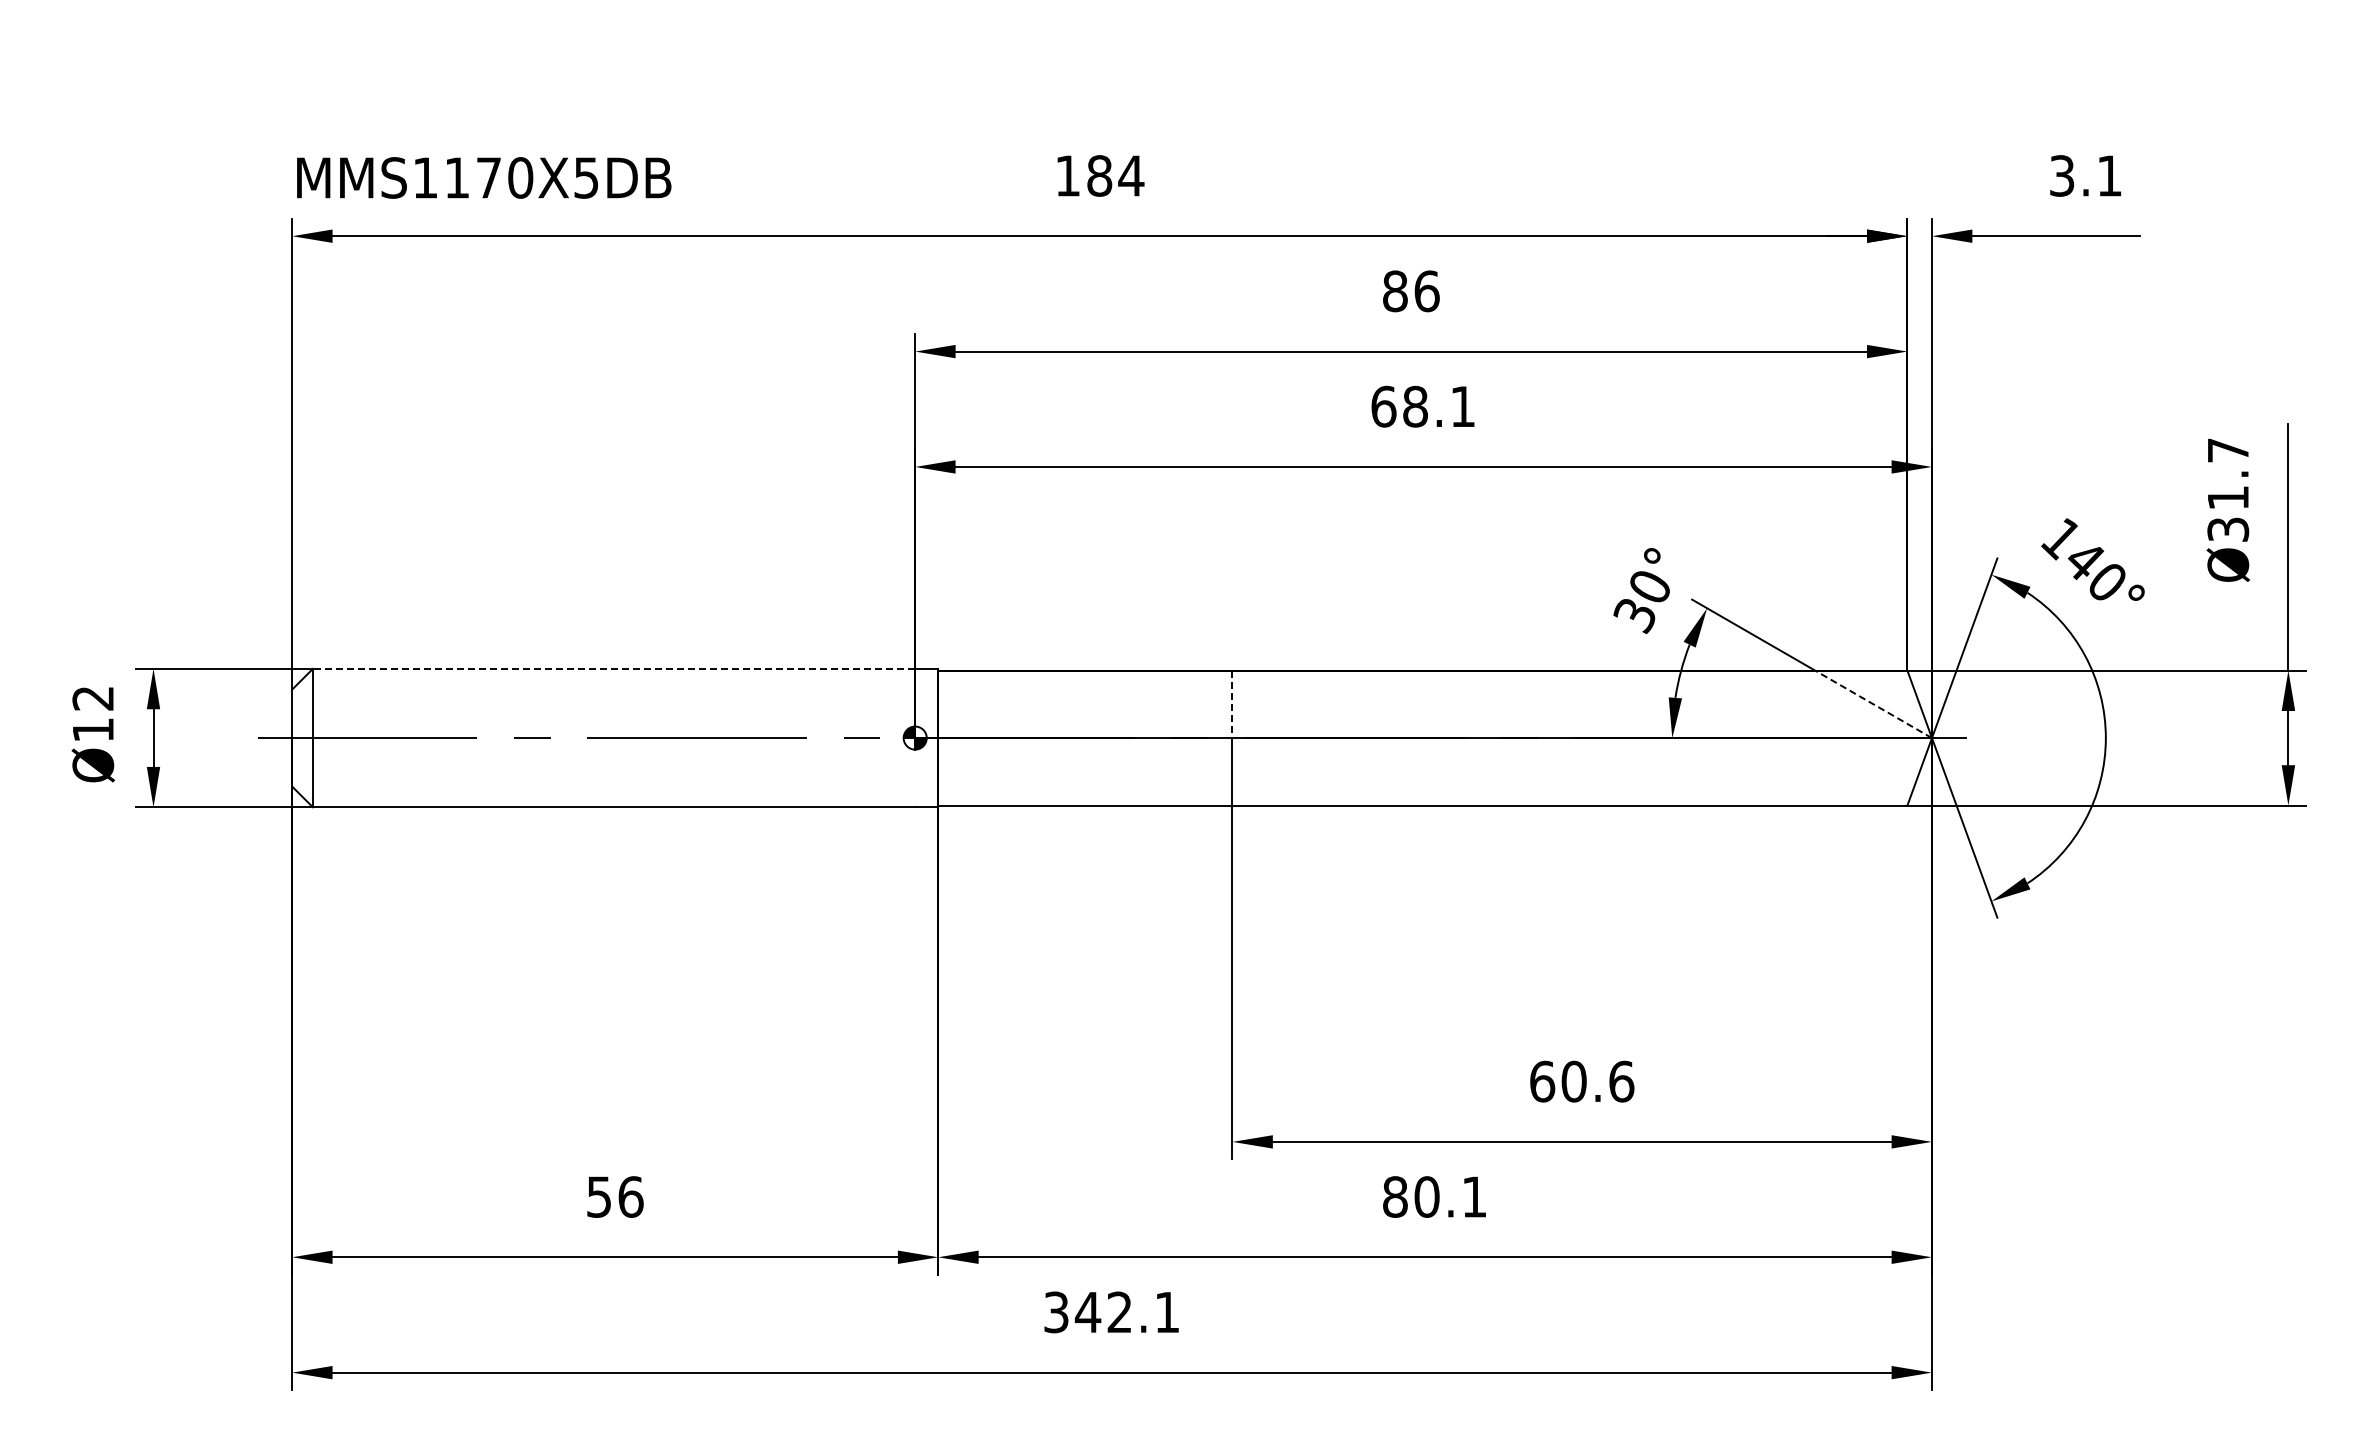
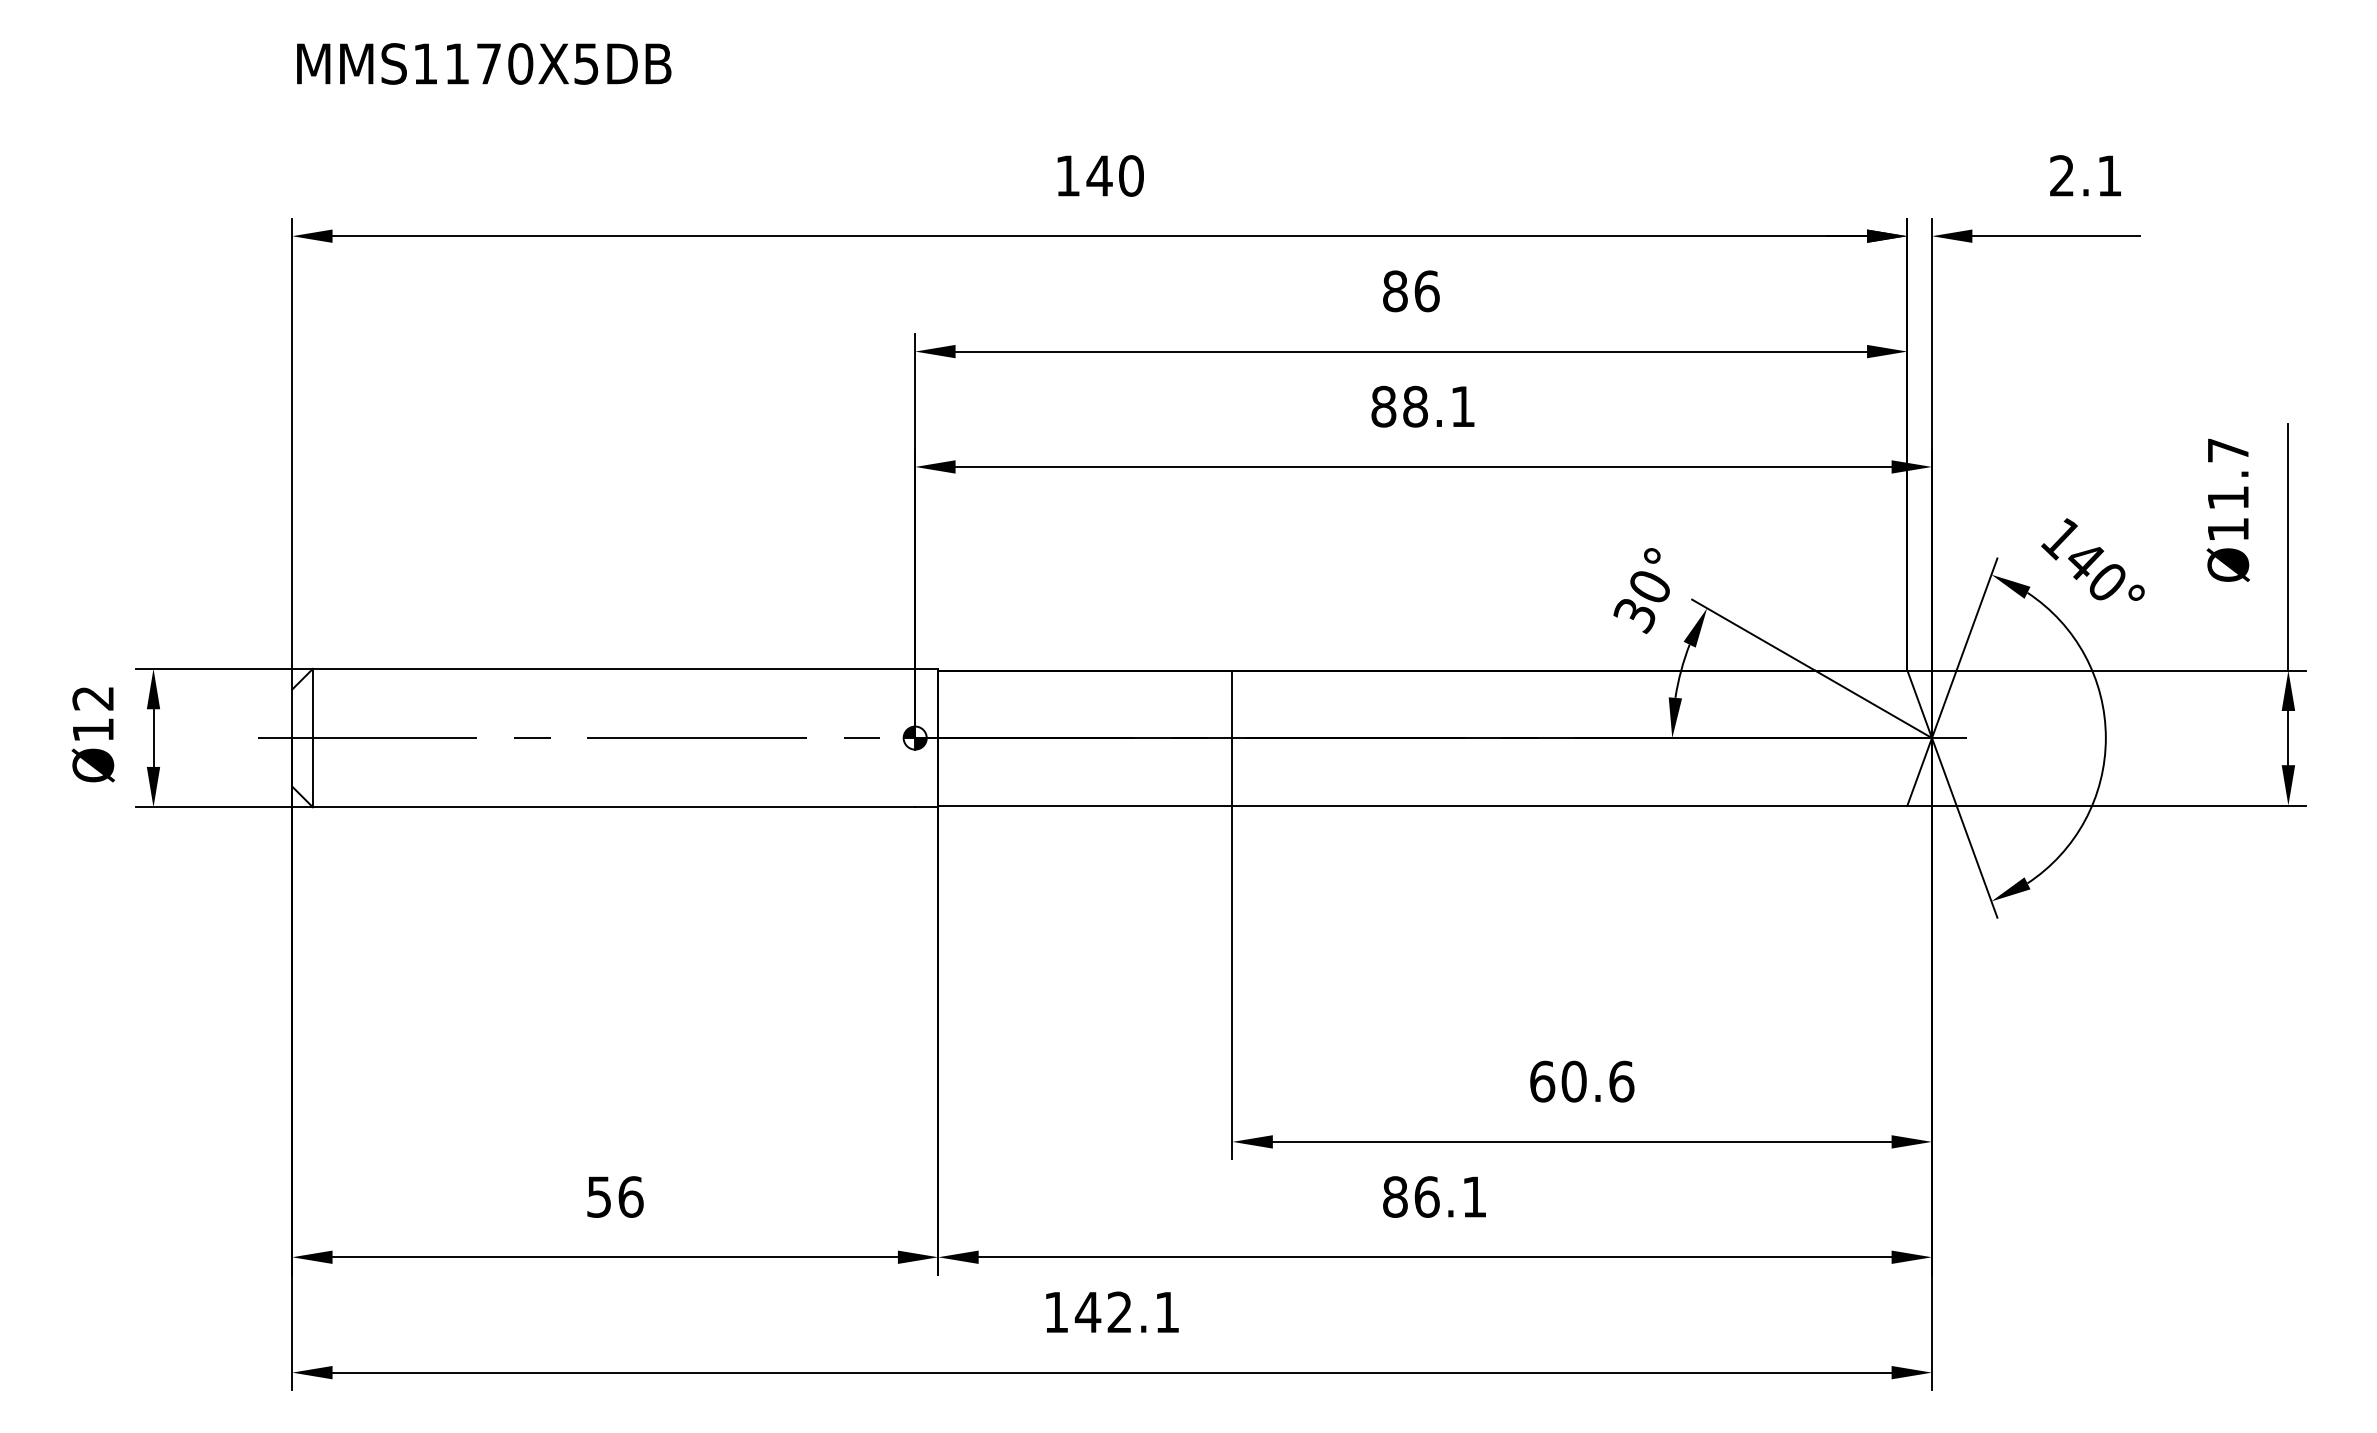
text at (1115, 175): 184 -> 140
text at (2062, 175): 3.1 -> 2.1
text at (484, 177) position: (484, 177) -> (484, 63)
text at (1383, 406): 68.1 -> 88.1
text at (2228, 529): Ø31.7 -> Ø11.7
line at (613, 668): dashed -> solid
line at (1232, 704): dashed -> solid
line at (1873, 704): dashed -> solid
text at (1426, 1196): 80.1 -> 86.1
text at (1056, 1312): 342.1 -> 142.1
